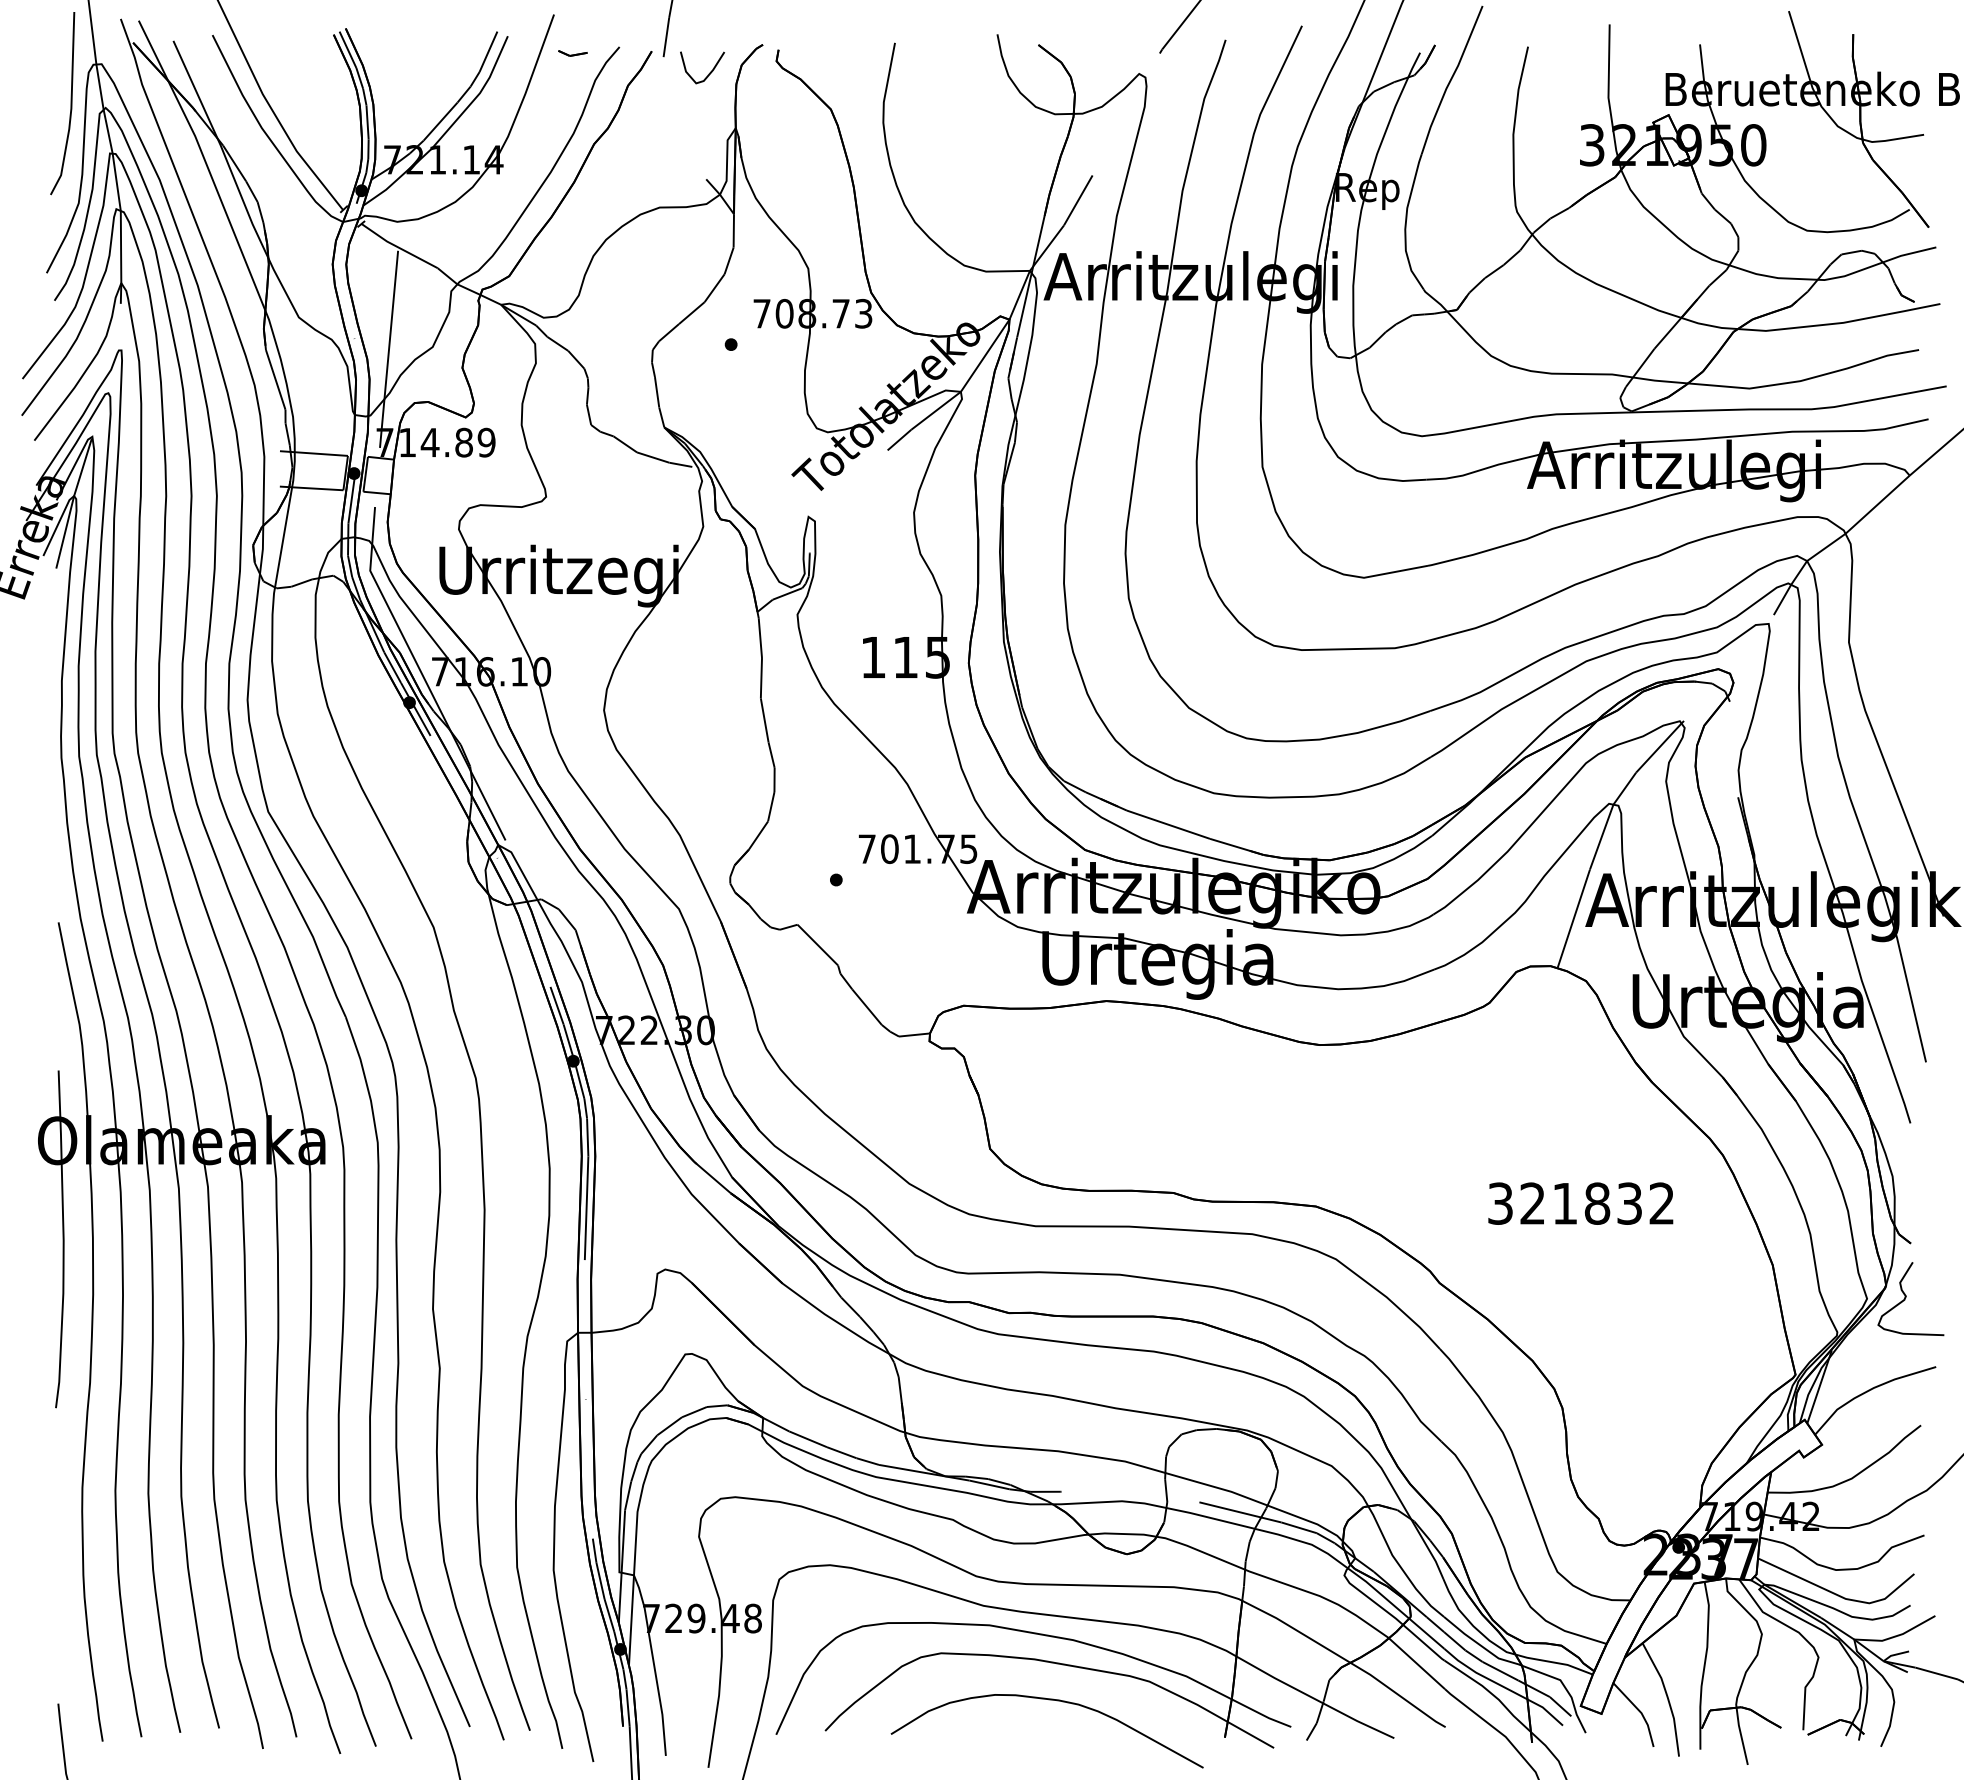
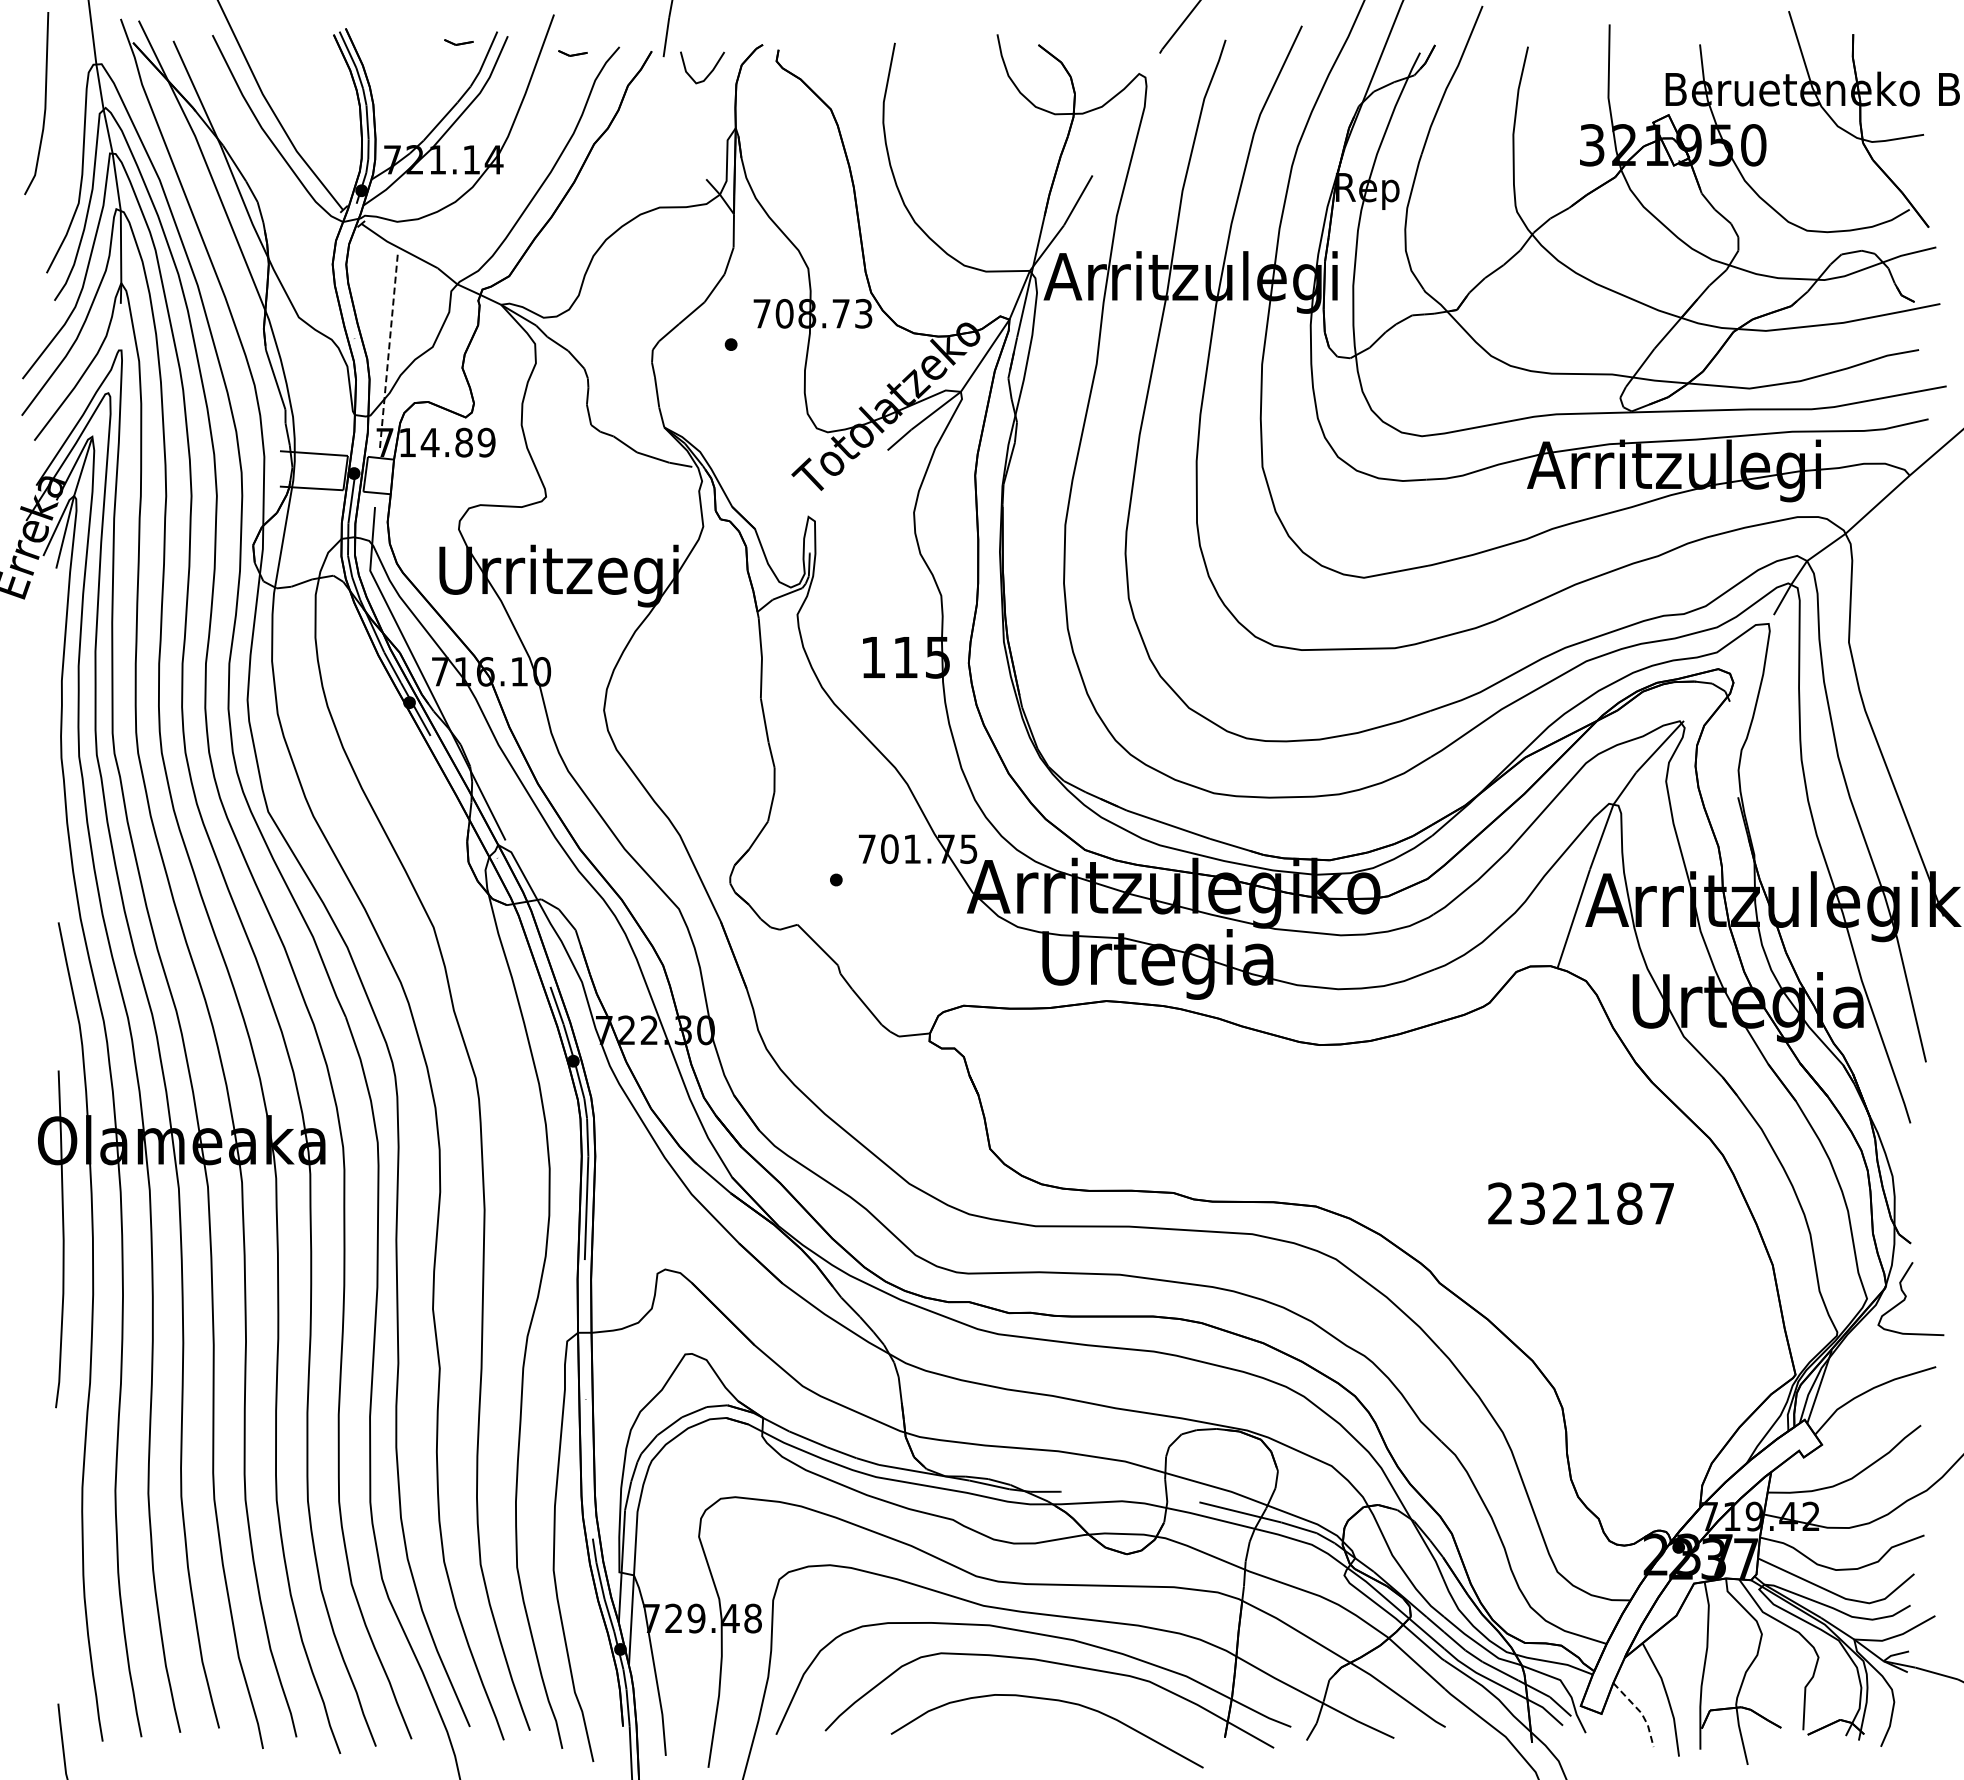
part at (458, 42): none -> present
line at (70, 103) position: (70, 103) -> (44, 103)
line at (389, 349): solid -> dashed
text at (1580, 1203): 321832 -> 232187
line at (1640, 1712): solid -> dashed
